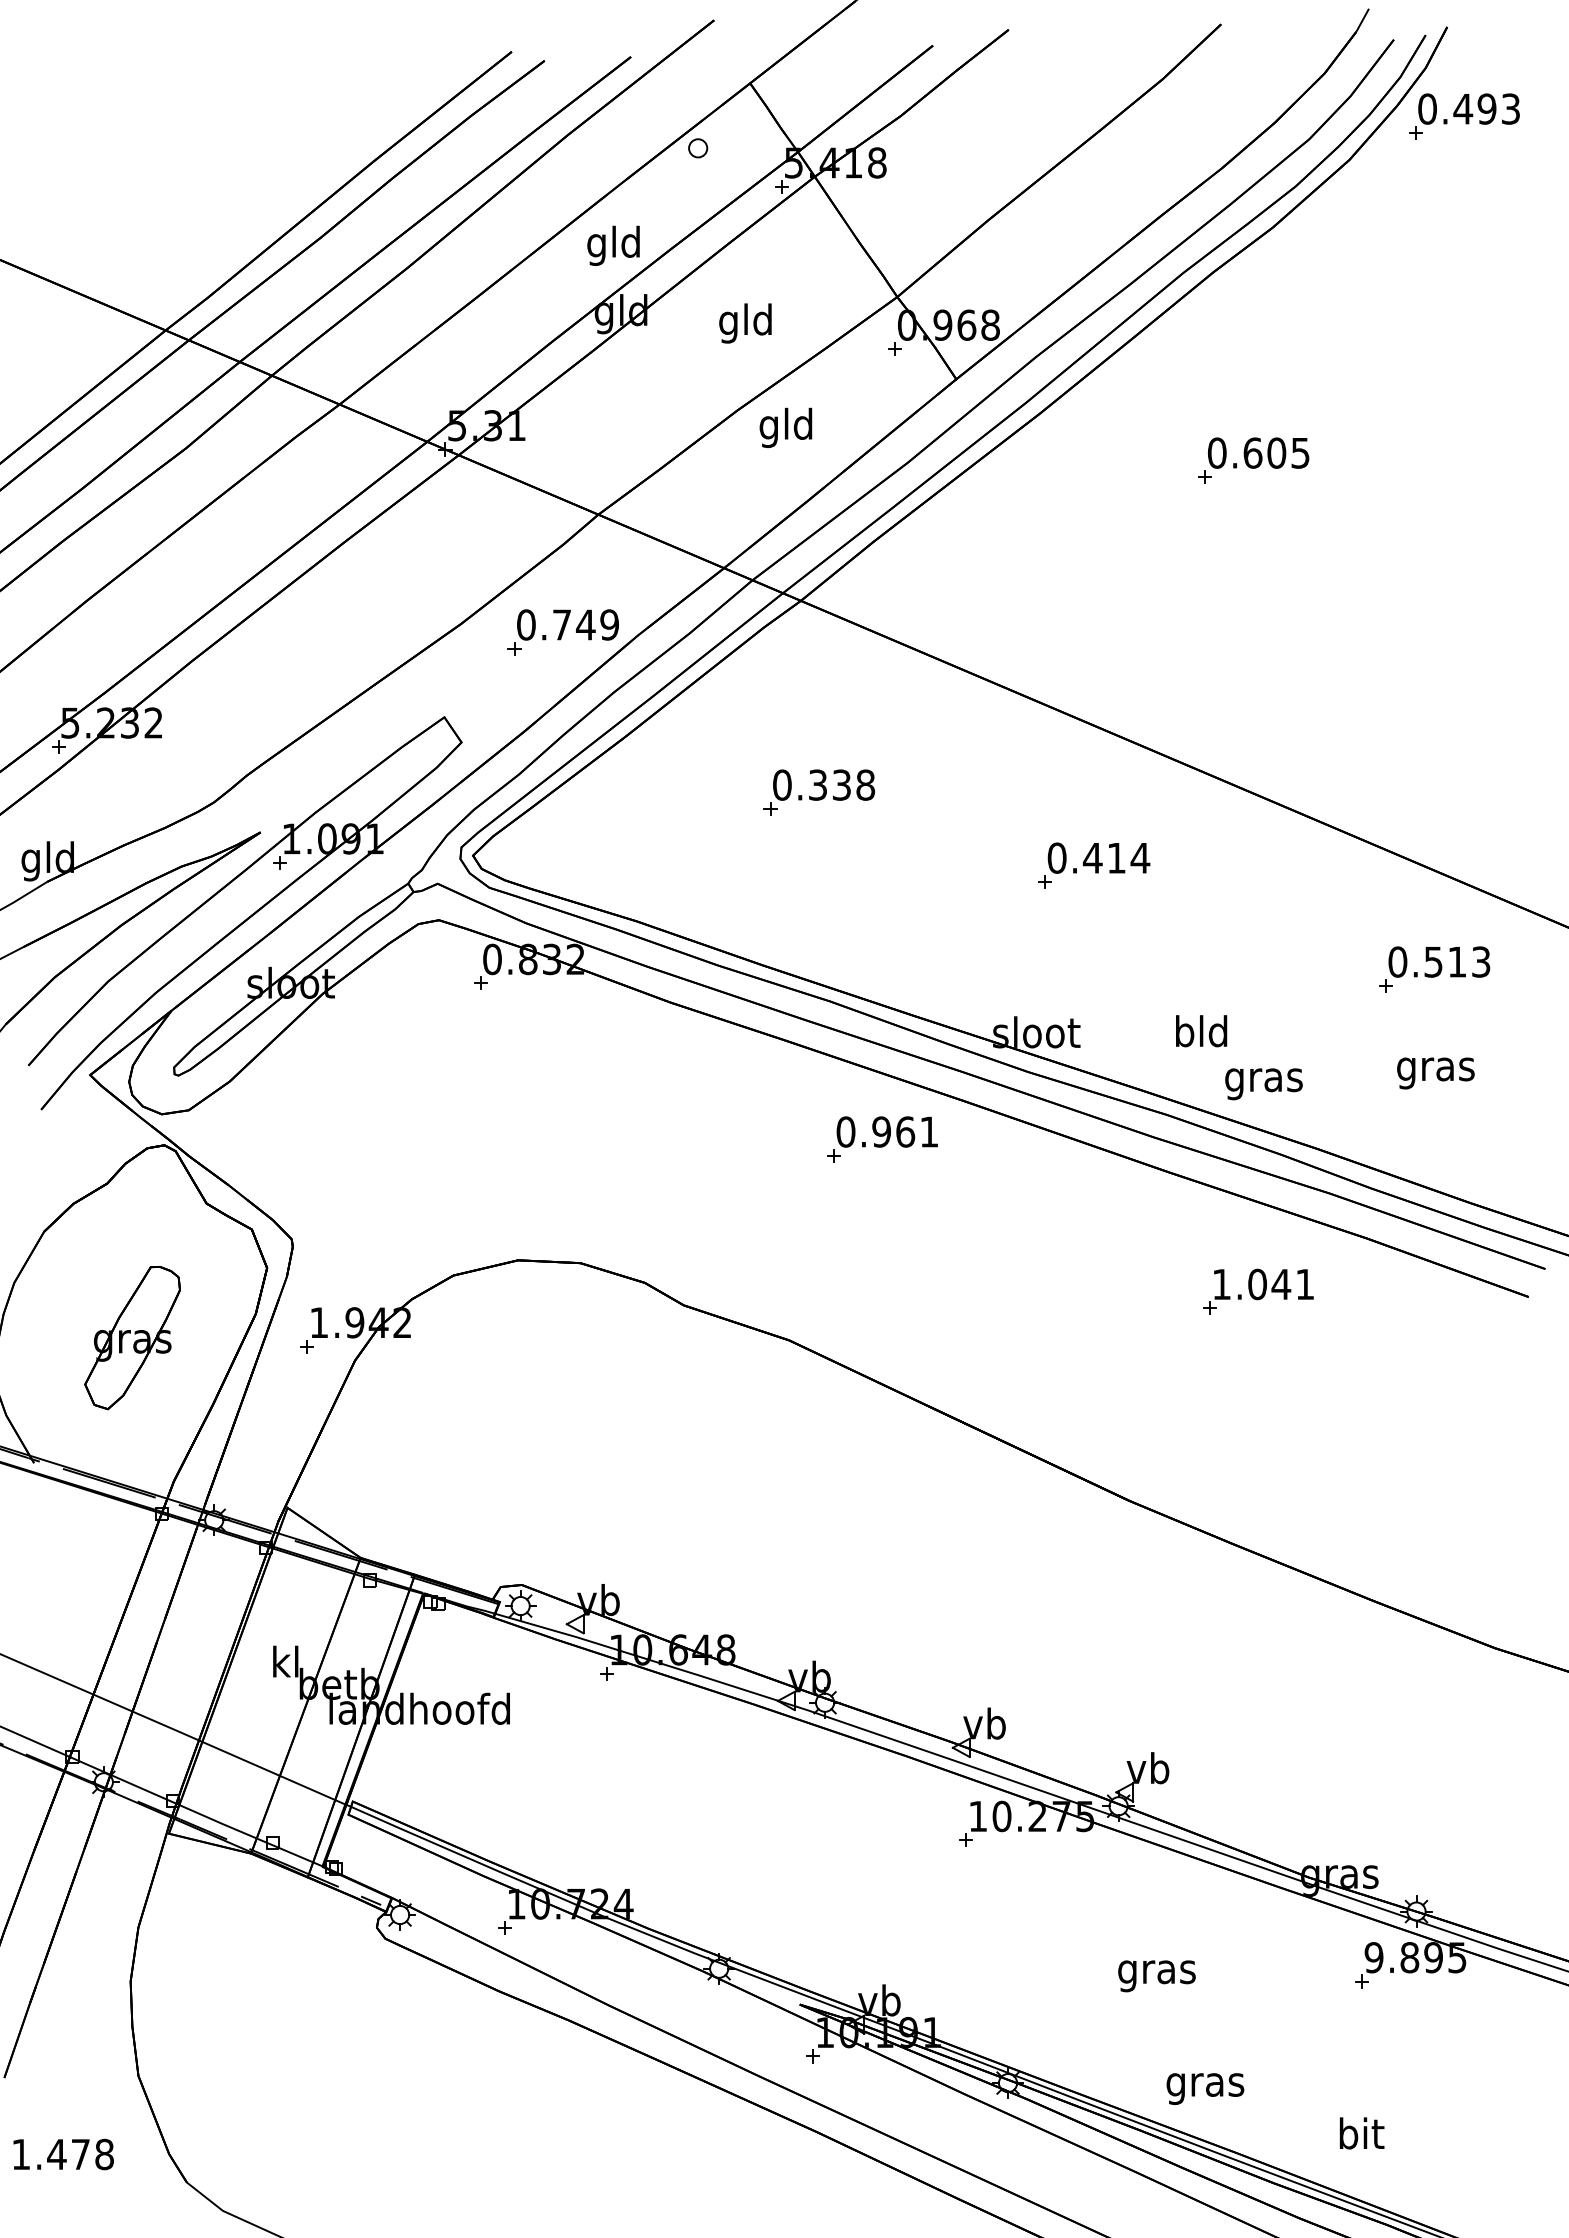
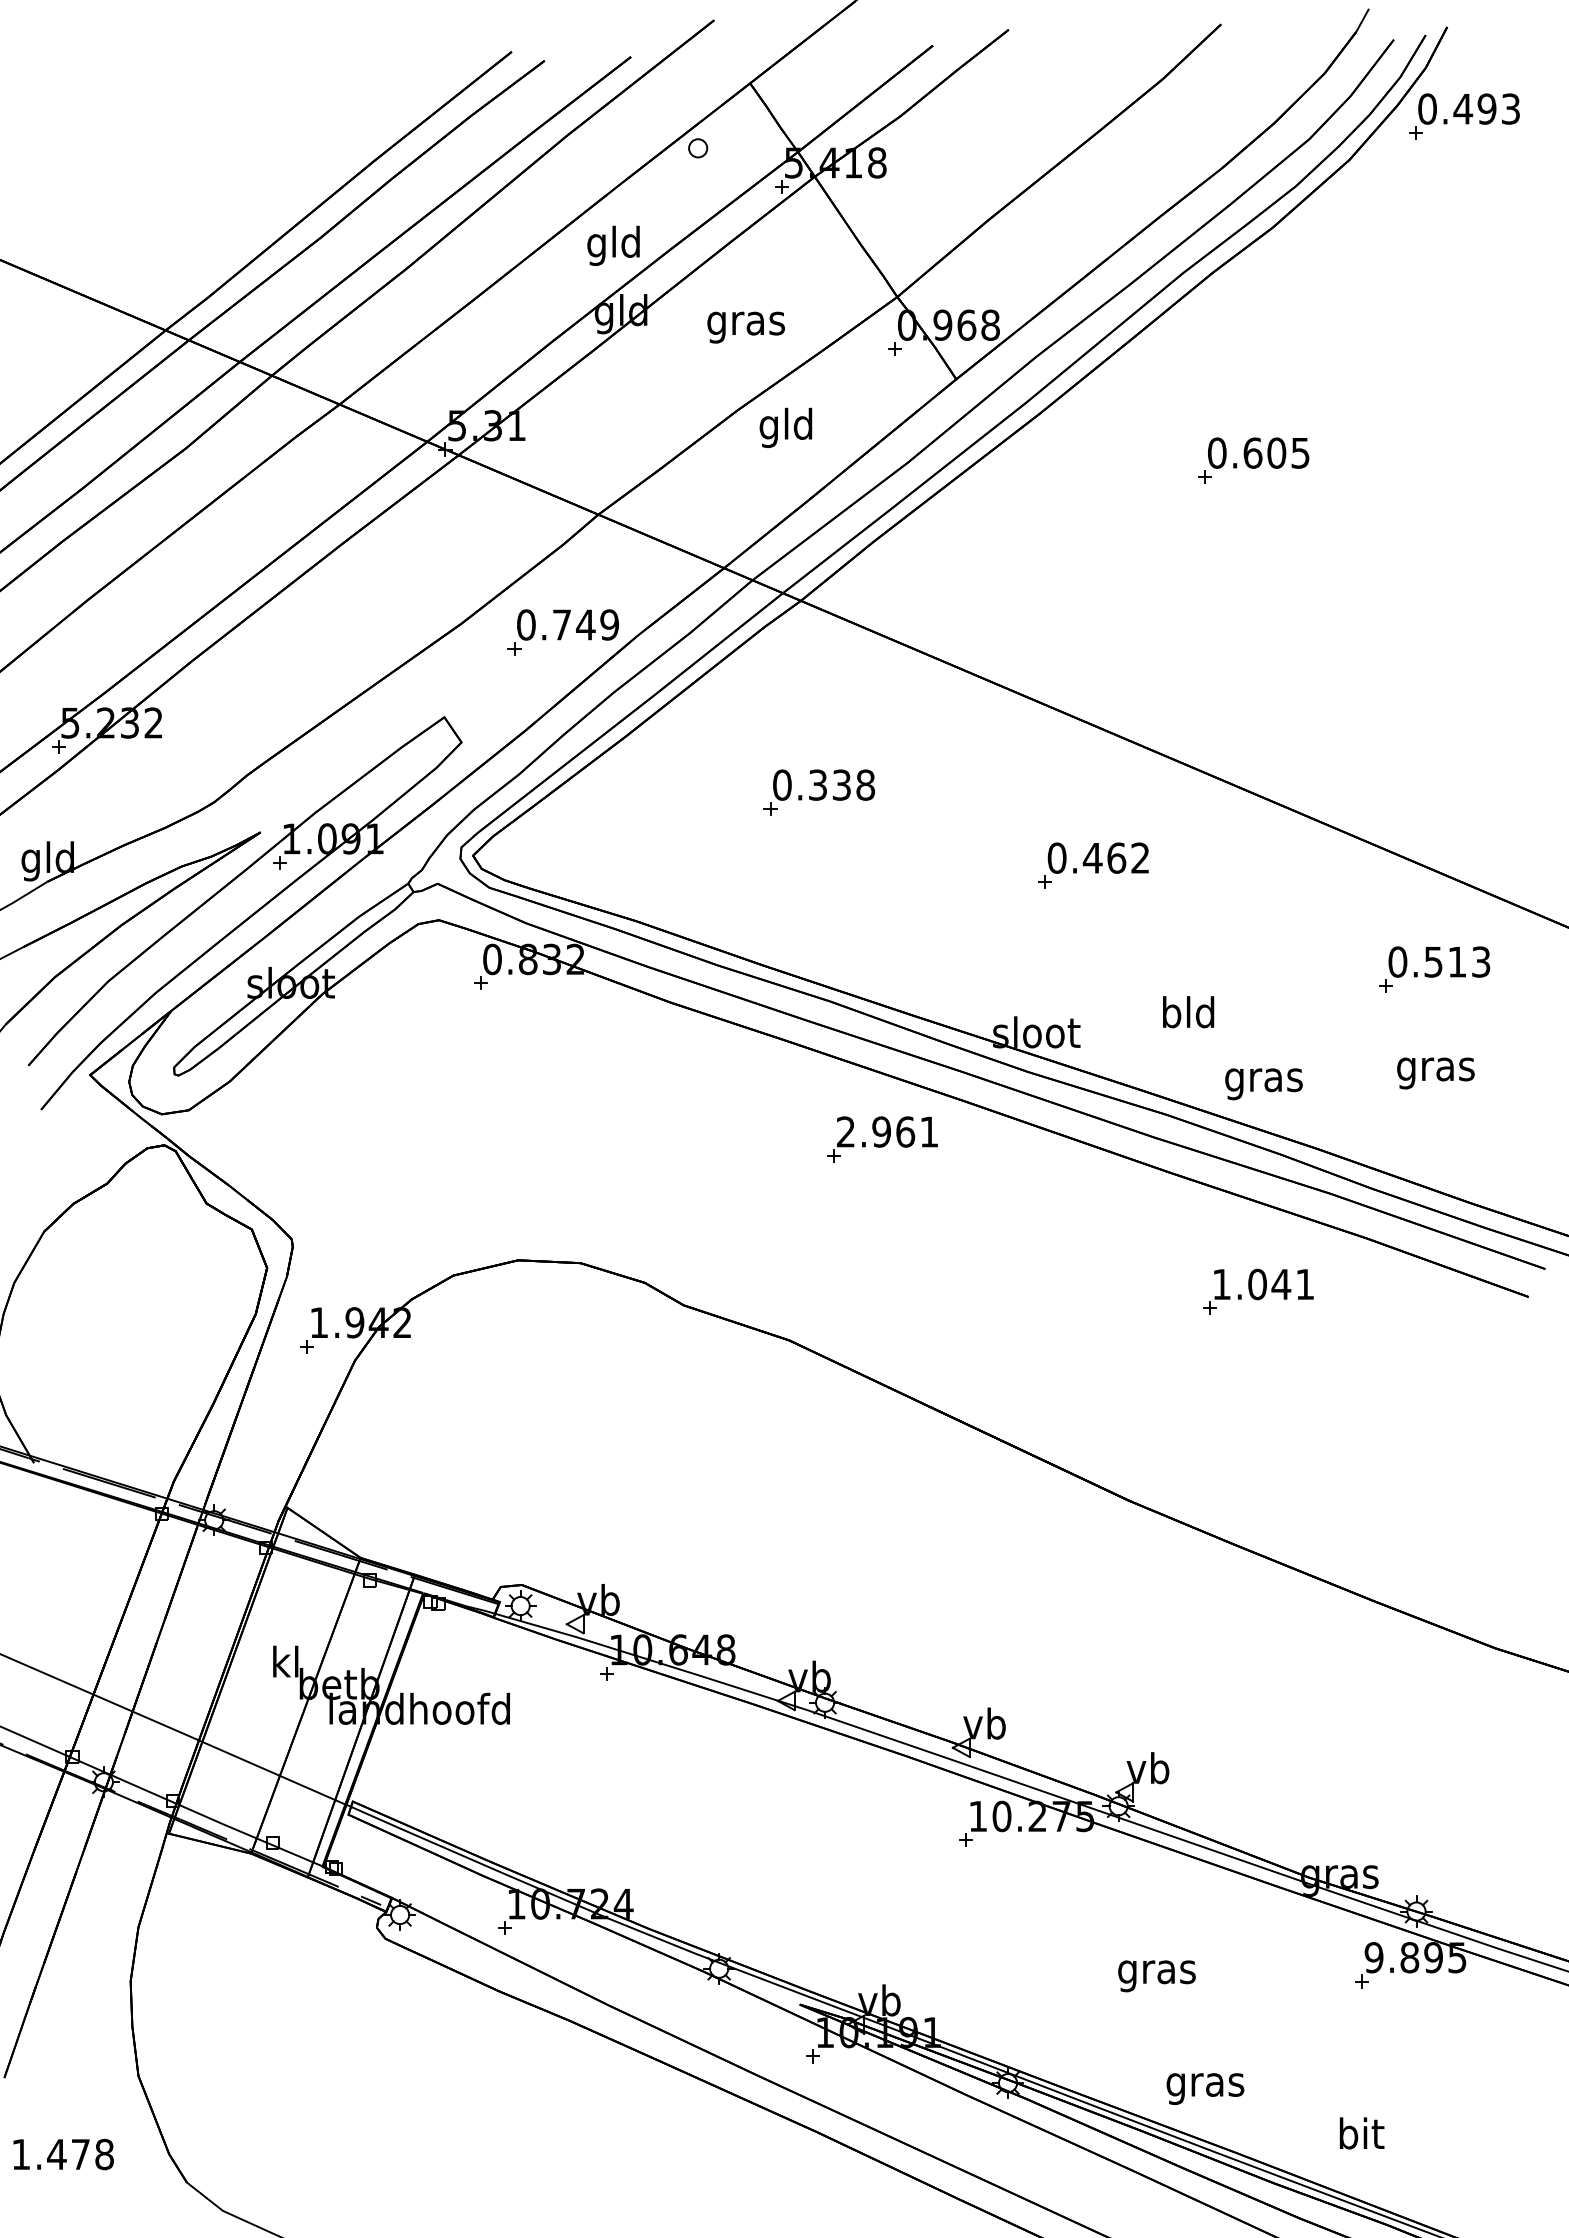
text at (745, 323): gld -> gras
text at (1128, 857): 0.414 -> 0.462
text at (1201, 1031) position: (1201, 1031) -> (1188, 1012)
text at (845, 1131): 0.961 -> 2.961
part at (132, 1338): present -> none
